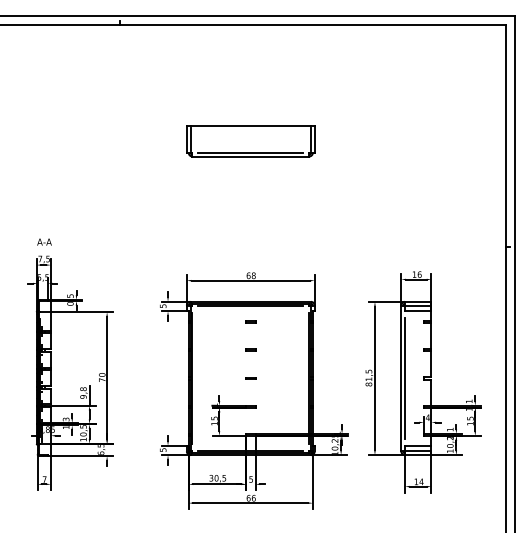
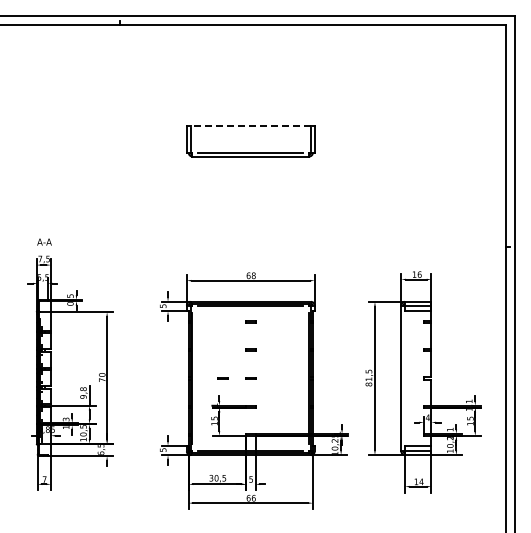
line at (250, 126): solid -> dashed
line at (222, 378): none -> present
line at (405, 378): present -> none
